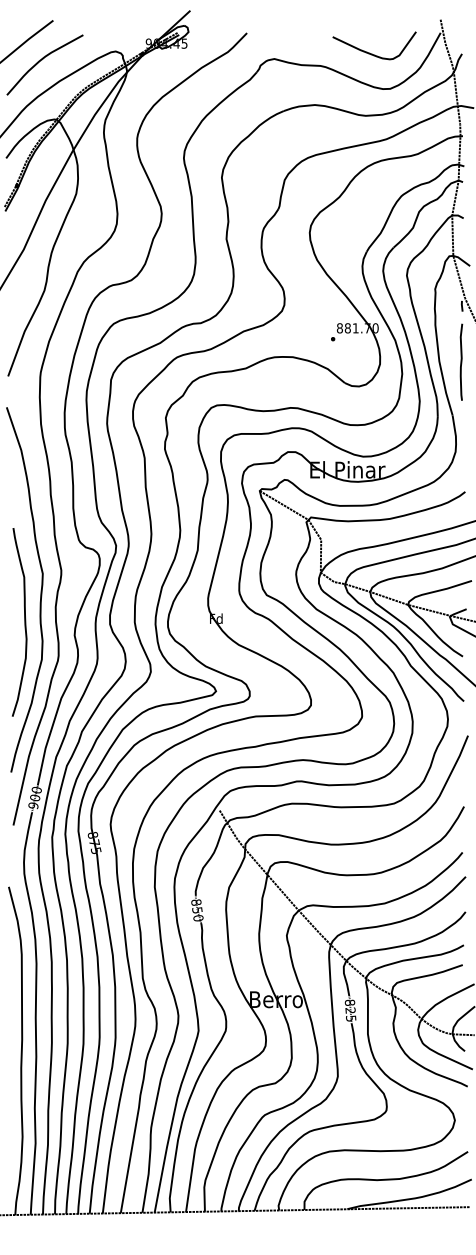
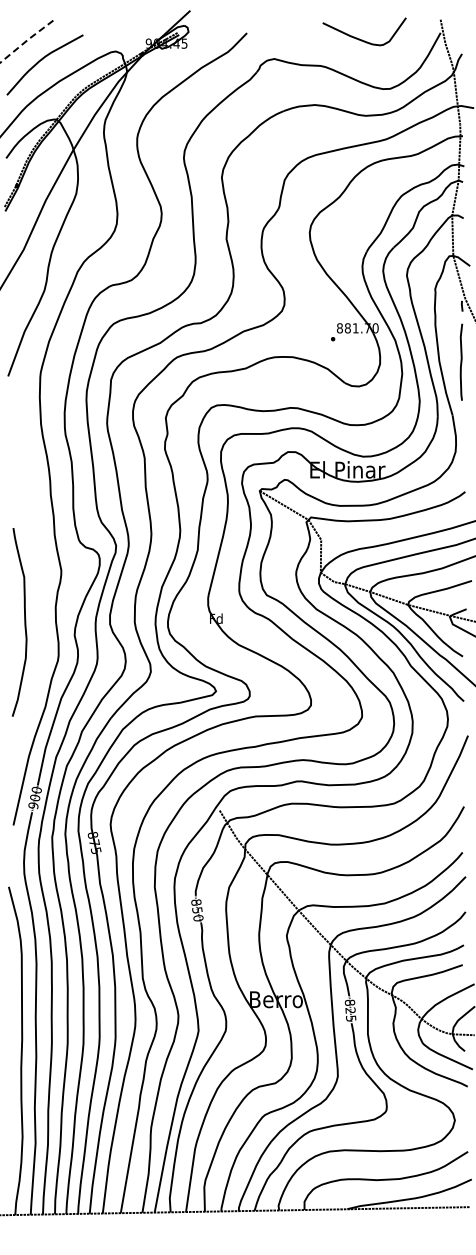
line at (26, 40): solid -> dashed
curve at (372, 53) position: (372, 53) -> (362, 39)
curve at (40, 590): present -> none
